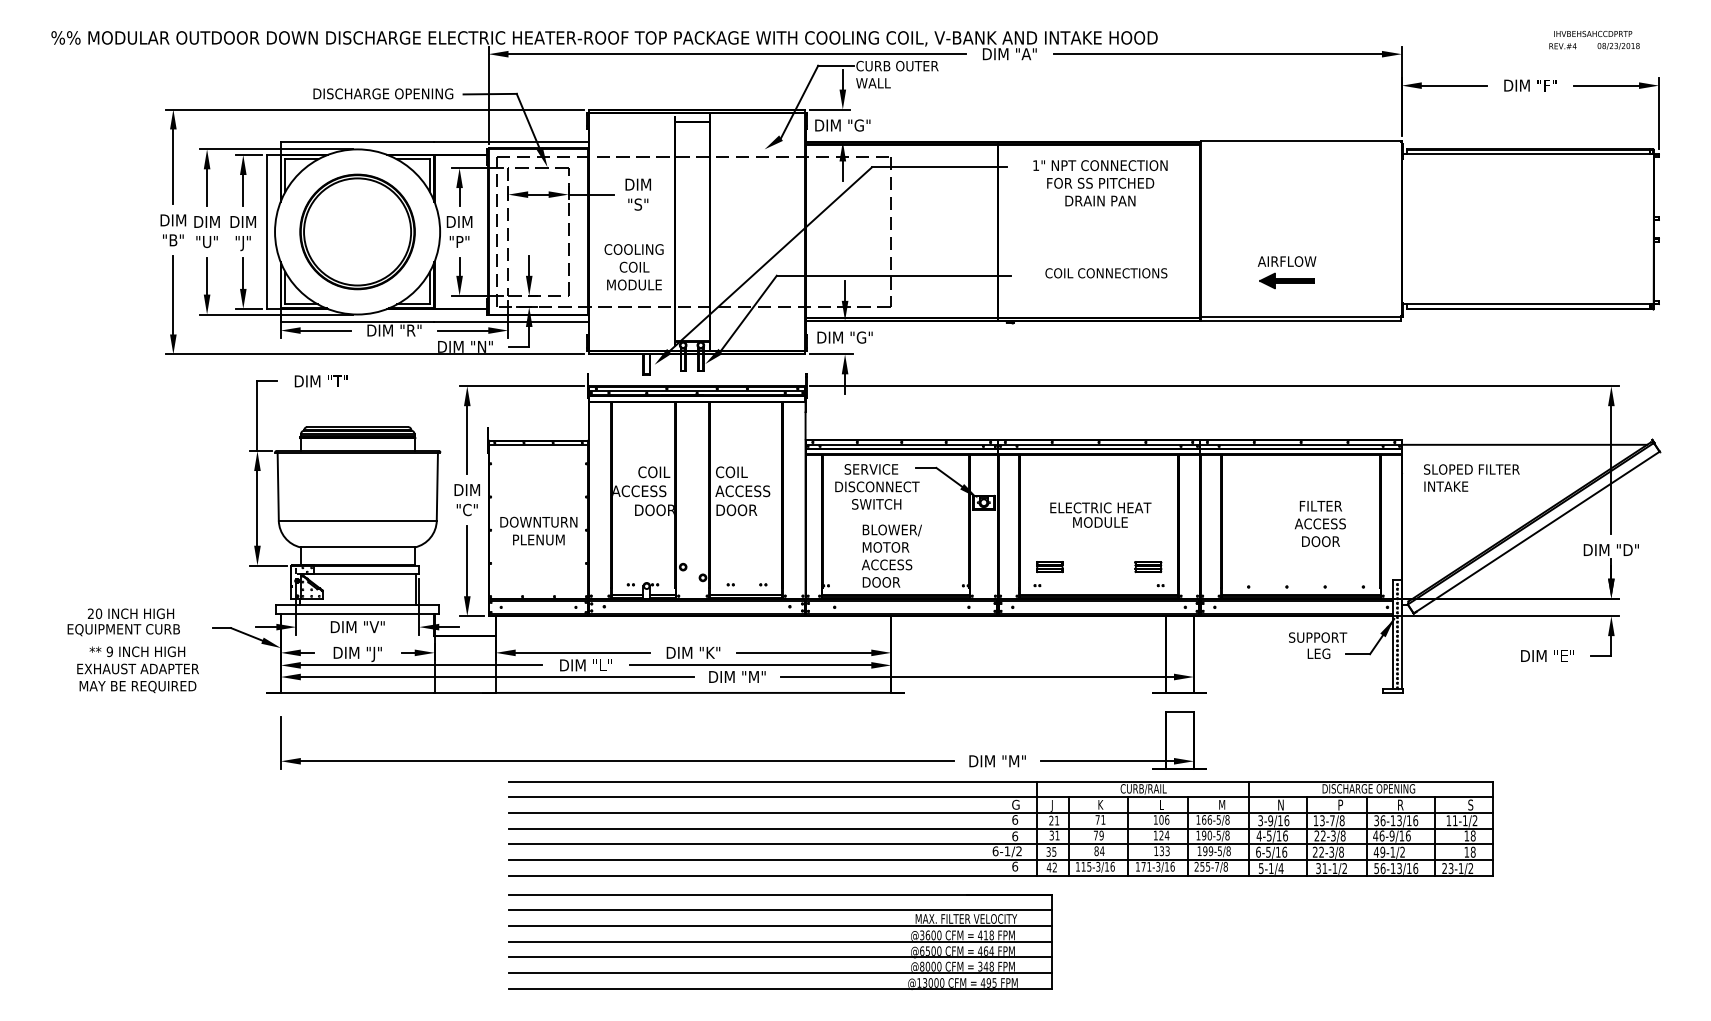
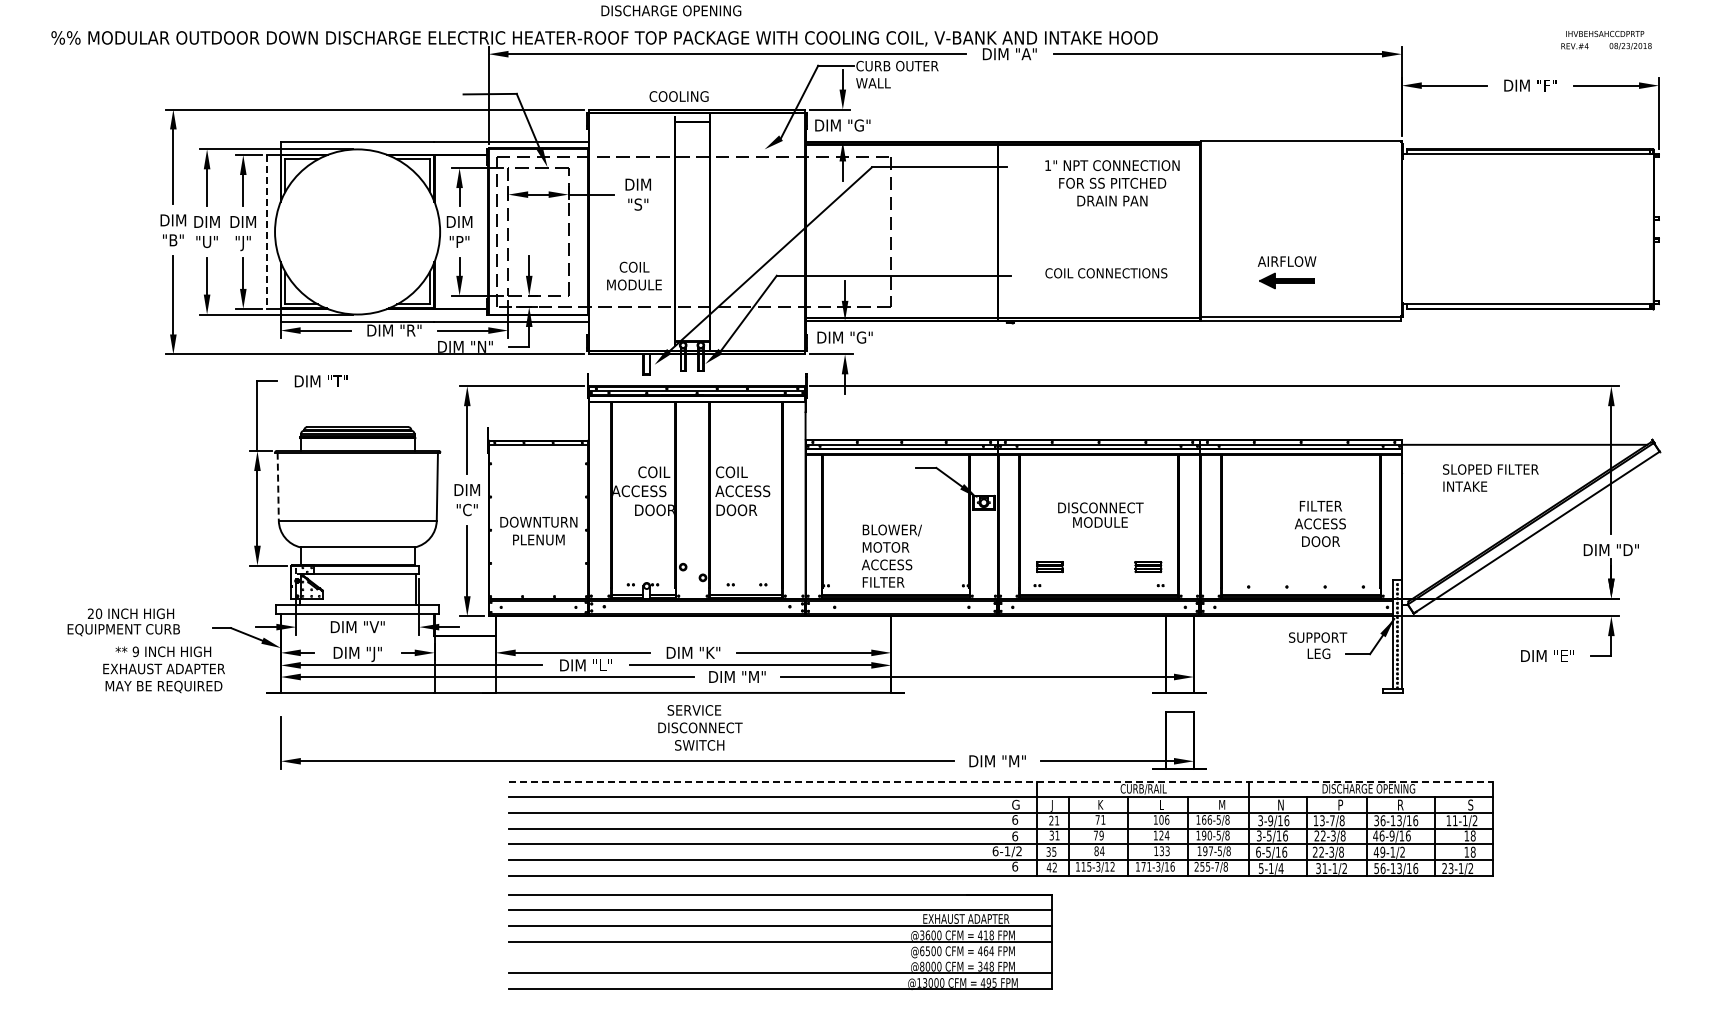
text at (1594, 39) position: (1594, 39) -> (1606, 39)
text at (383, 93) position: (383, 93) -> (671, 10)
text at (1100, 183) position: (1100, 183) -> (1112, 183)
line at (267, 231): solid -> dashed
part at (357, 231): present -> none
text at (633, 249) position: (633, 249) -> (678, 96)
text at (1471, 477) position: (1471, 477) -> (1490, 477)
line at (278, 486): solid -> dashed
text at (877, 486) position: (877, 486) -> (700, 727)
text at (1100, 507): ELECTRIC HEAT -> DISCONNECT
text at (884, 582): DOOR -> FILTER
text at (137, 669) position: (137, 669) -> (163, 669)
line at (1000, 781): solid -> dashed
text at (1258, 835): 4-5/16 -> 3-5/16
text at (1210, 851): 199-5/8 -> 197-5/8
text at (1112, 866): 115-3/16 -> 115-3/12
text at (966, 918): MAX. FILTER VELOCITY -> EXHAUST ADAPTER
line at (780, 957): present -> none
